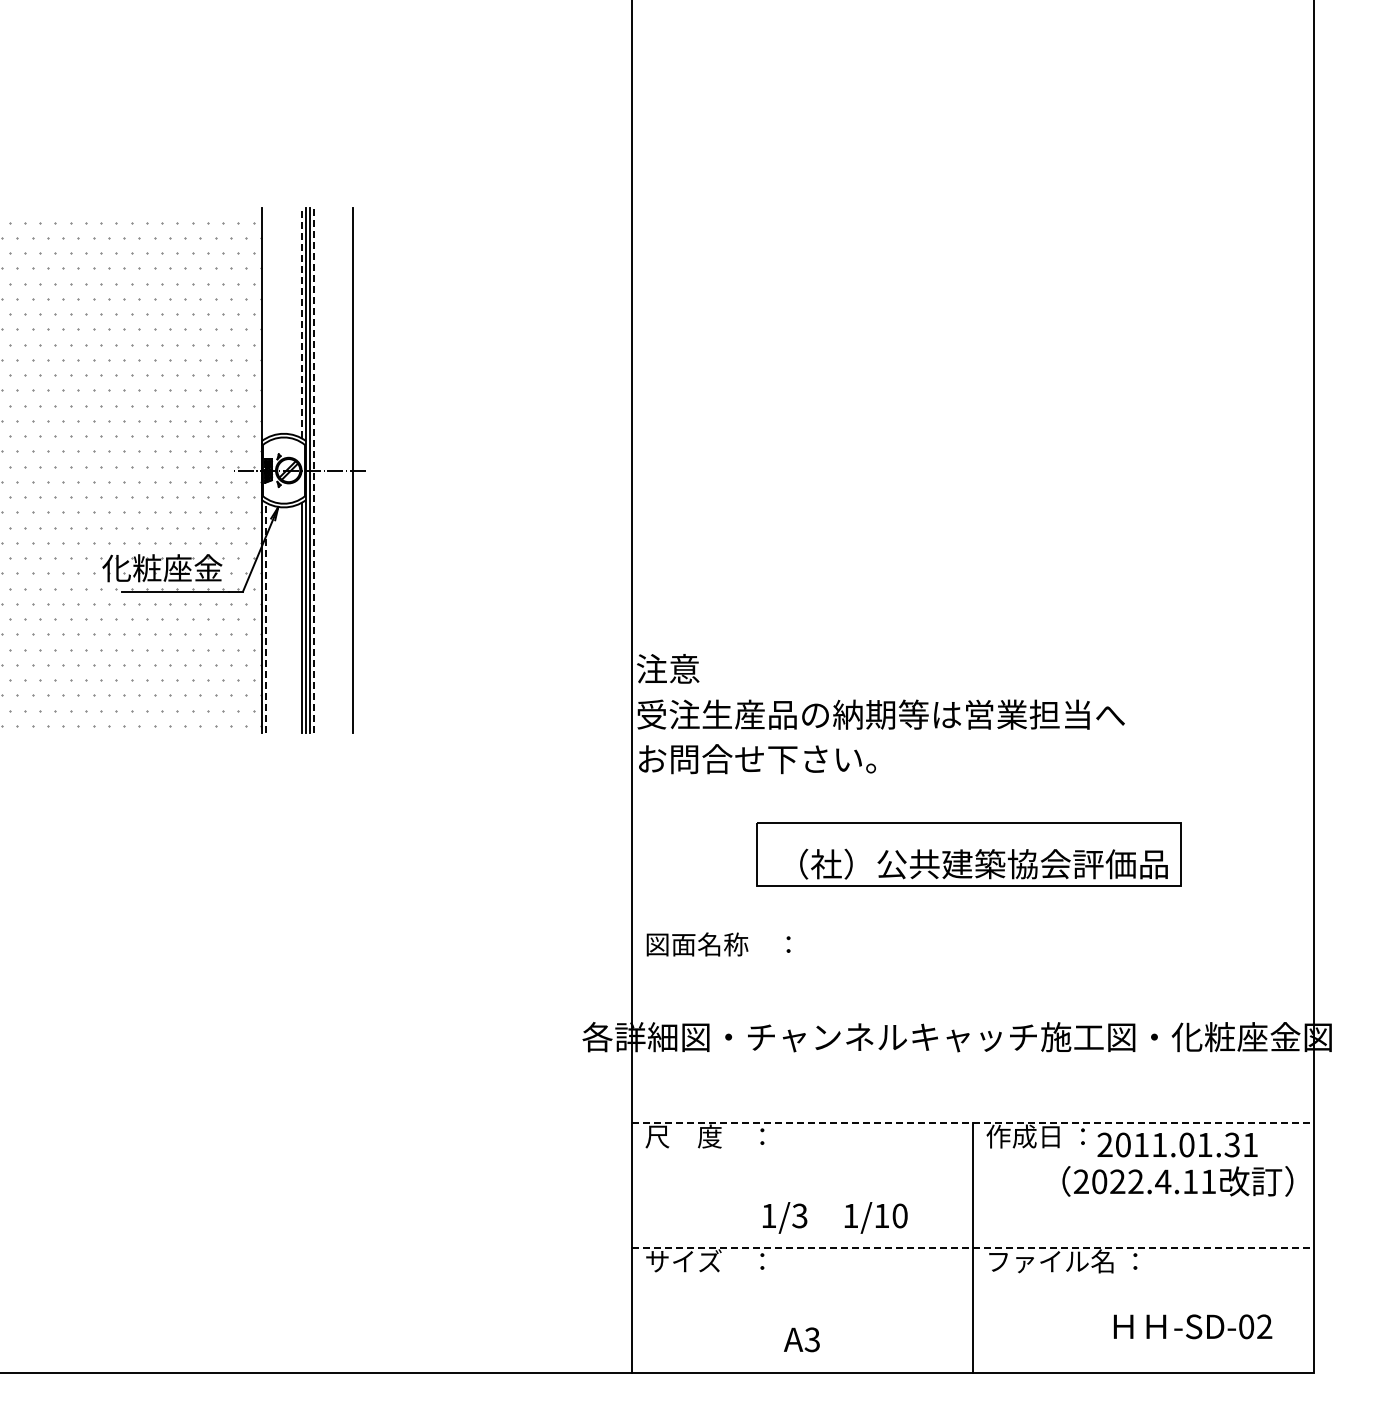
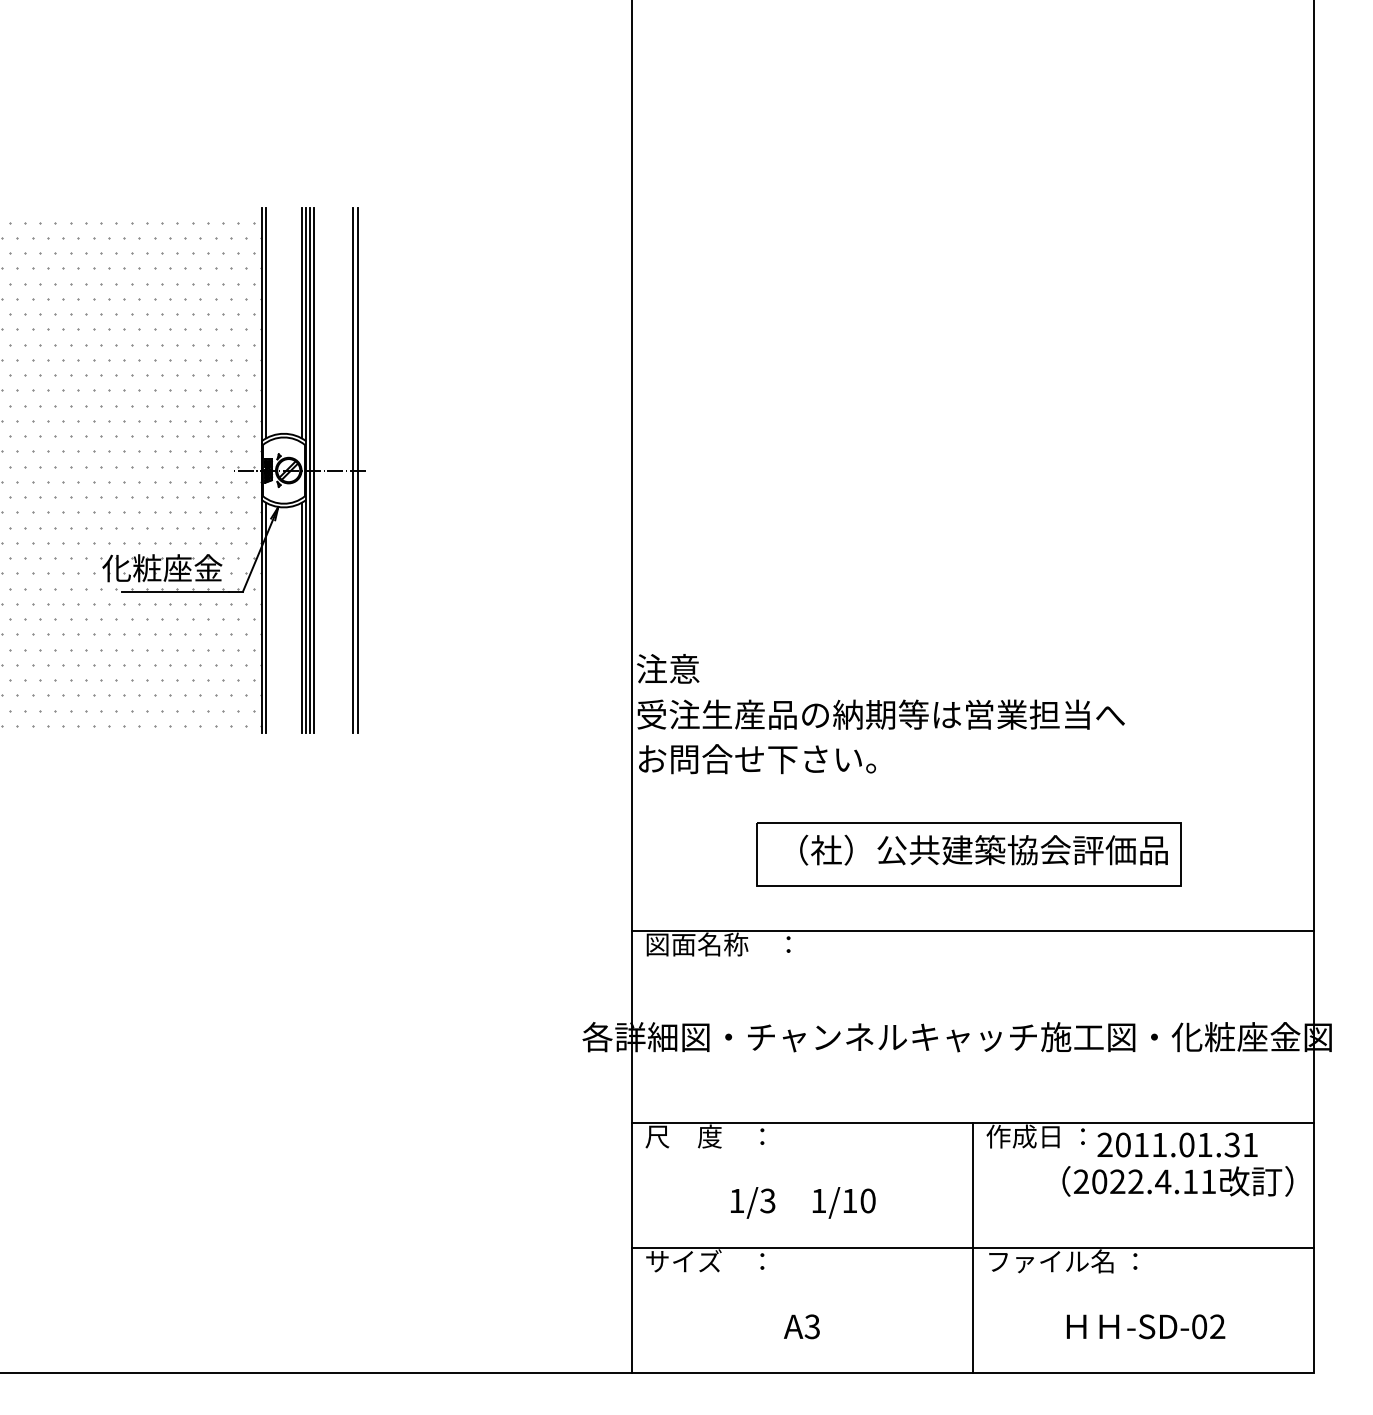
line at (301, 322): dashed -> solid
line at (266, 323): none -> present
line at (314, 470): dashed -> solid
line at (357, 470): none -> present
line at (266, 617): dashed -> solid
text at (983, 863) position: (983, 863) -> (983, 849)
line at (973, 930): none -> present
line at (973, 1122): dashed -> solid
text at (835, 1217) position: (835, 1217) -> (803, 1202)
line at (973, 1247): dashed -> solid
text at (1193, 1326) position: (1193, 1326) -> (1146, 1326)
text at (801, 1339) position: (801, 1339) -> (801, 1326)
